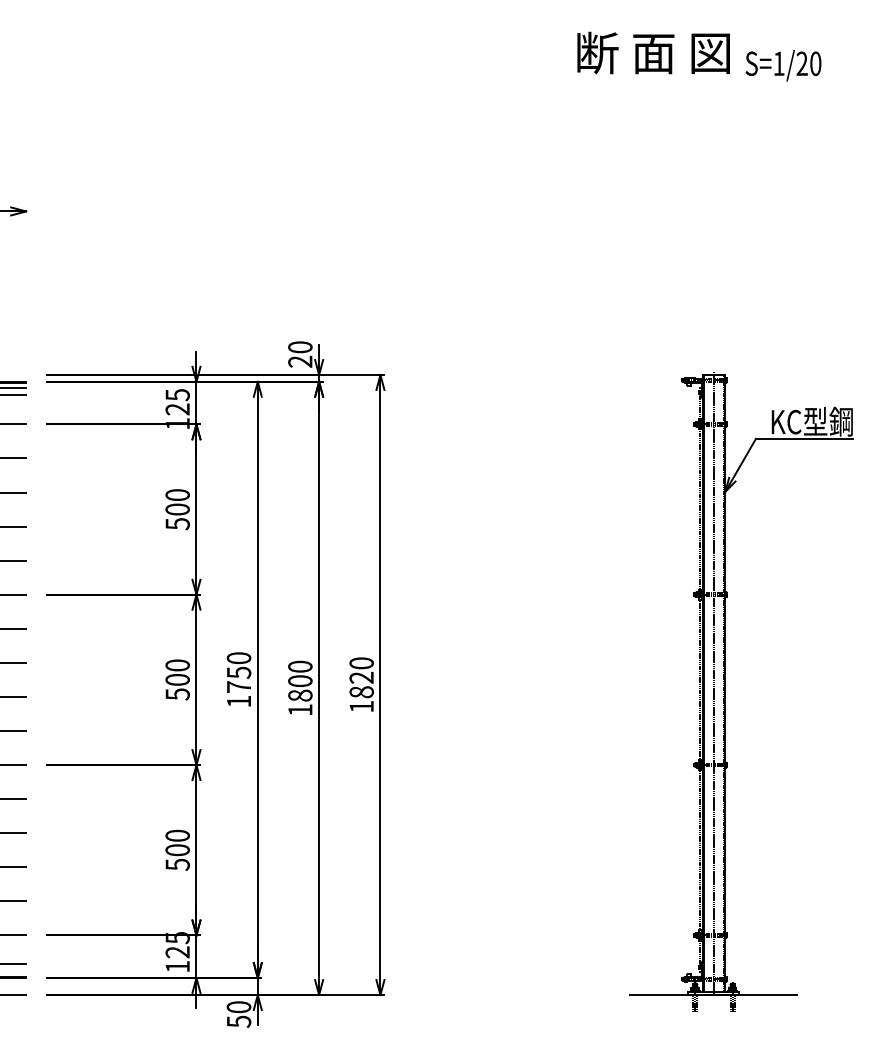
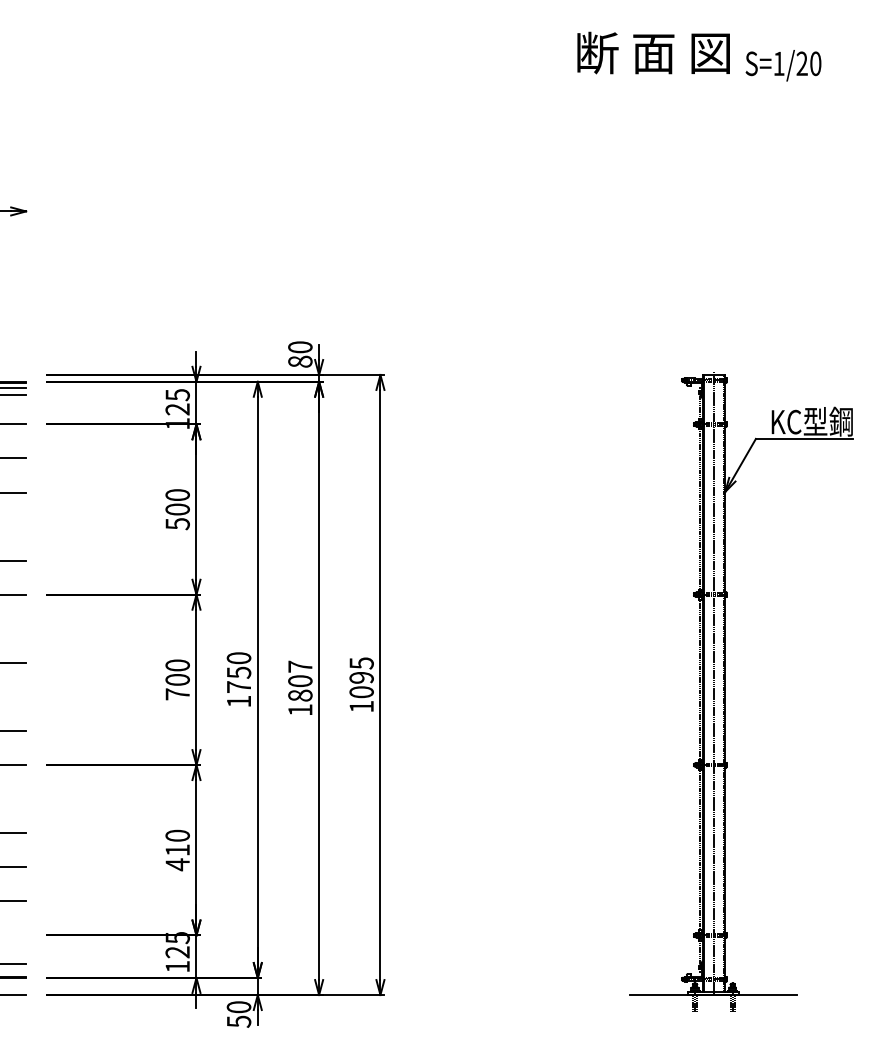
text at (300, 361): 20 -> 80
line at (14, 526): present -> none
line at (14, 628): present -> none
text at (300, 666): 1800 -> 1807
text at (361, 677): 1820 -> 1095
text at (177, 694): 500 -> 700
line at (14, 696): present -> none
line at (14, 799): present -> none
text at (177, 857): 500 -> 410
line at (14, 935): present -> none
